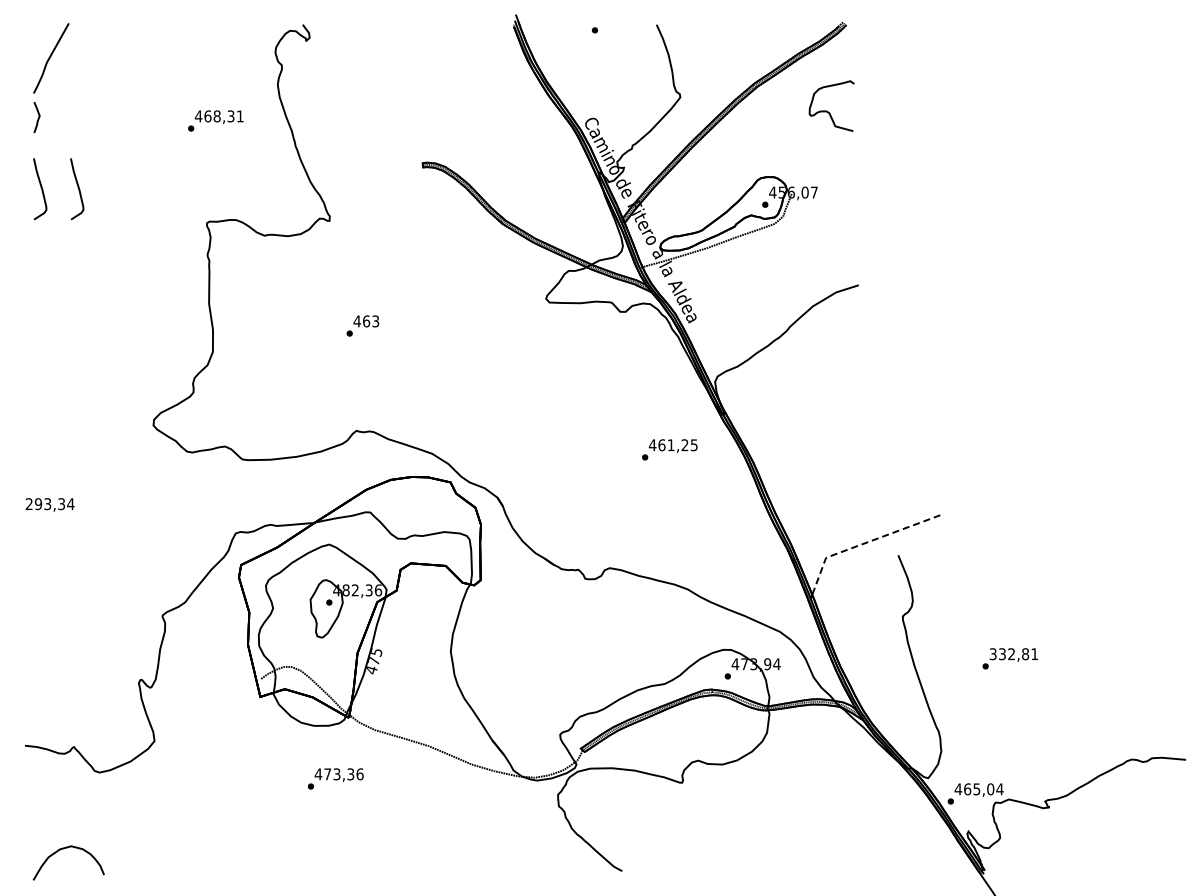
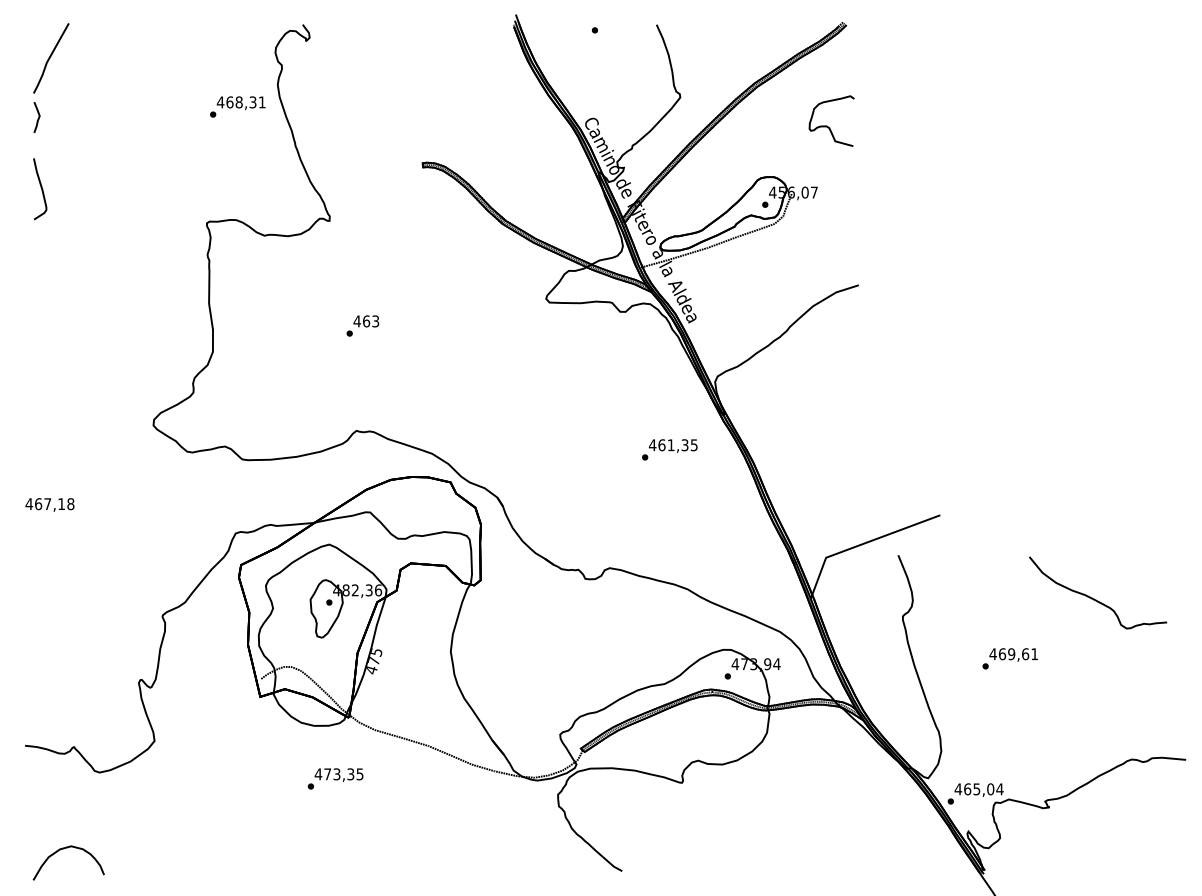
curve at (827, 110) position: (827, 110) -> (827, 125)
text at (215, 120) position: (215, 120) -> (237, 106)
curve at (78, 189): present -> none
text at (684, 445): 461,25 -> 461,35
text at (49, 504): 293,34 -> 467,18
line at (863, 543): dashed -> solid
curve at (1094, 598): none -> present
text at (1009, 654): 332,81 -> 469,61
text at (359, 774): 473,36 -> 473,35
